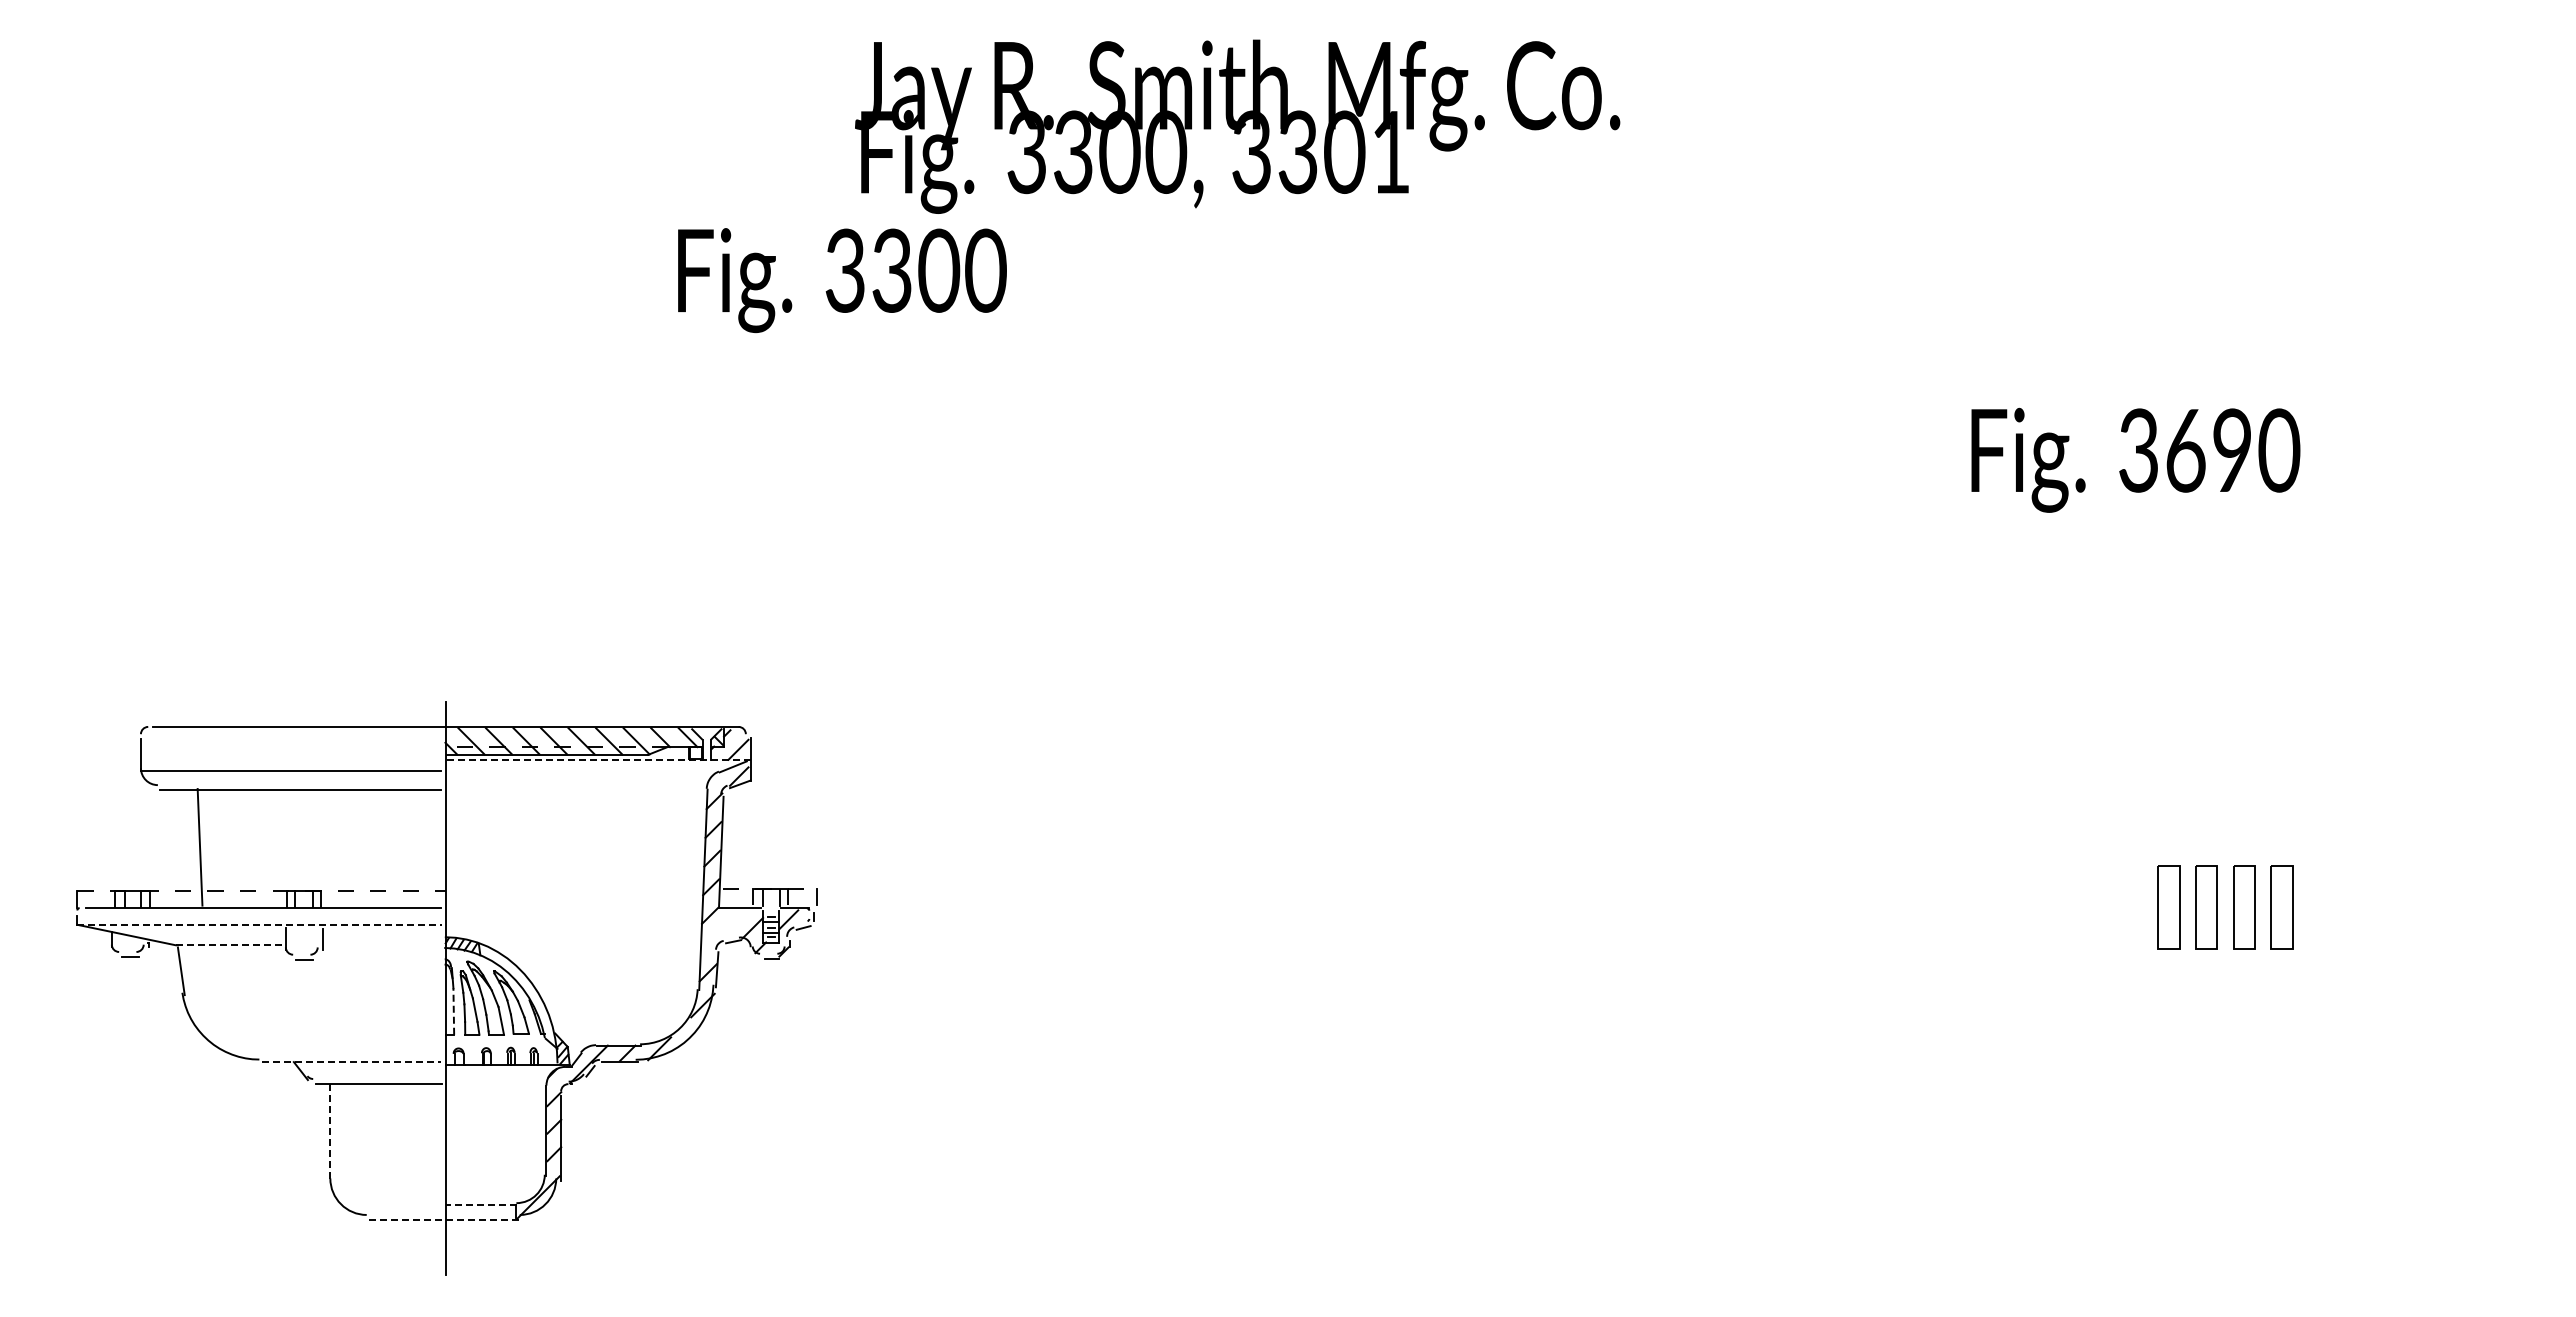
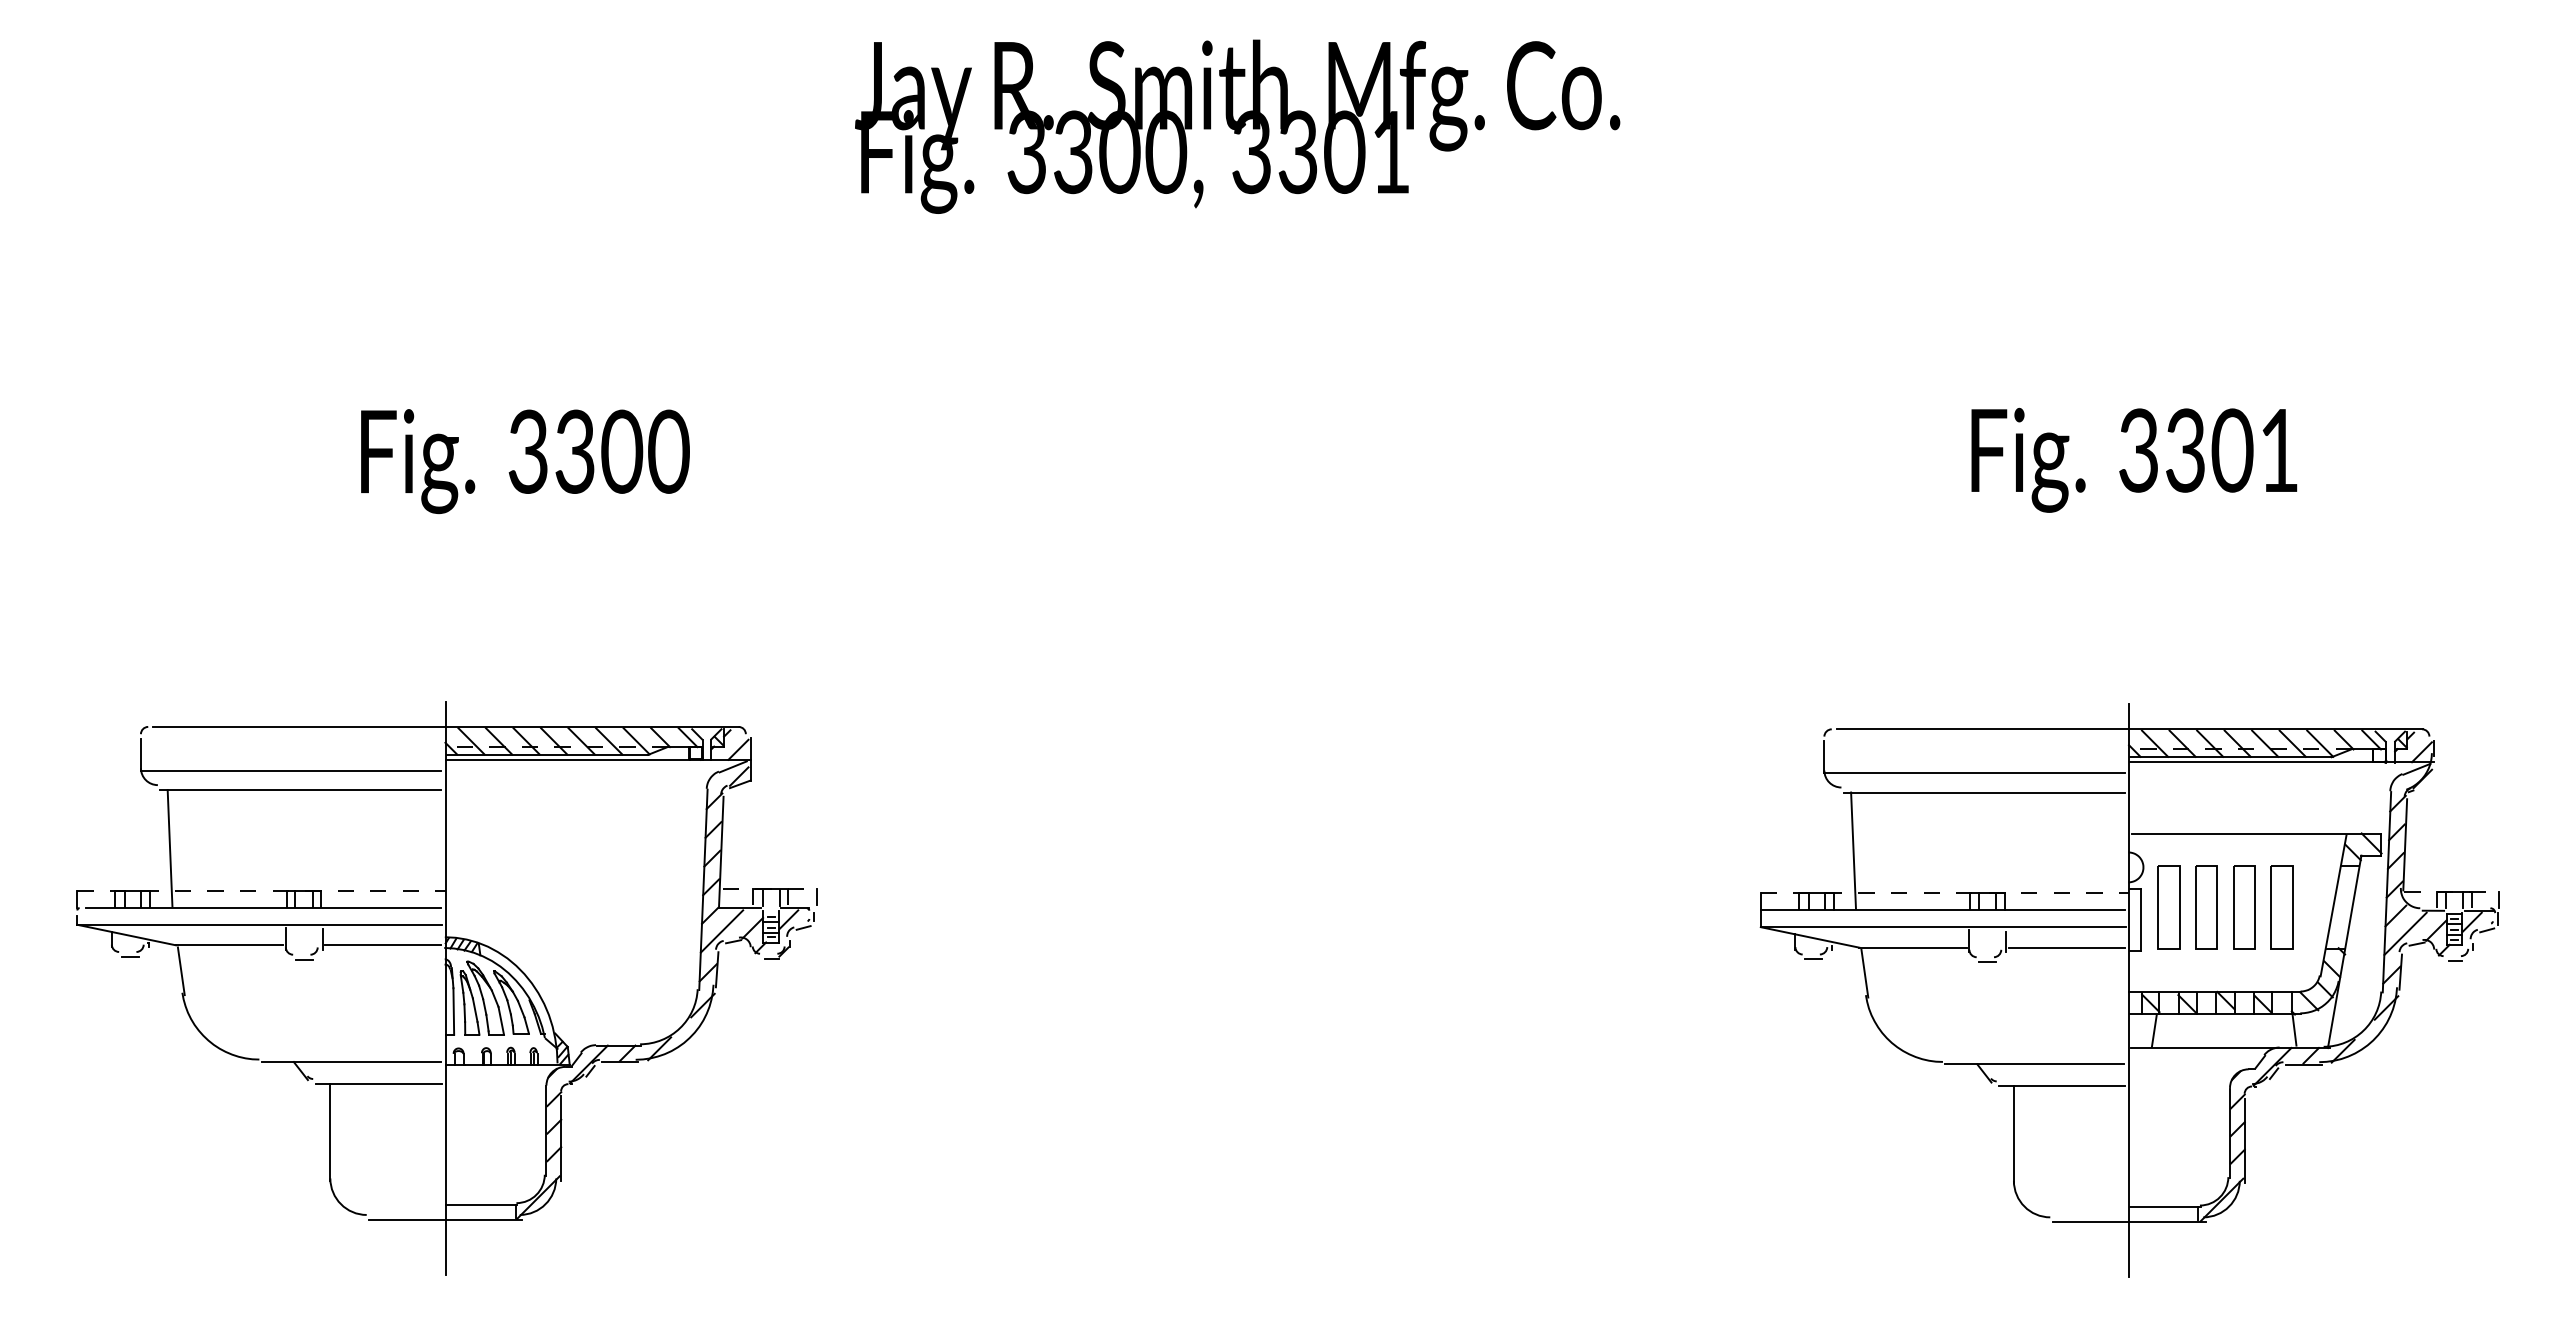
text at (842, 280) position: (842, 280) -> (525, 461)
text at (2233, 450): 3690 -> 3301
line at (597, 760): dashed -> solid
line at (199, 847) position: (199, 847) -> (169, 848)
line at (259, 924): dashed -> solid
line at (721, 931): none -> present
line at (229, 945): dashed -> solid
line at (382, 945): none -> present
part at (2129, 990): none -> present
line at (453, 1011): dashed -> solid
line at (351, 1062): dashed -> solid
line at (330, 1132): dashed -> solid
line at (481, 1204): dashed -> solid
line at (445, 1219): dashed -> solid
